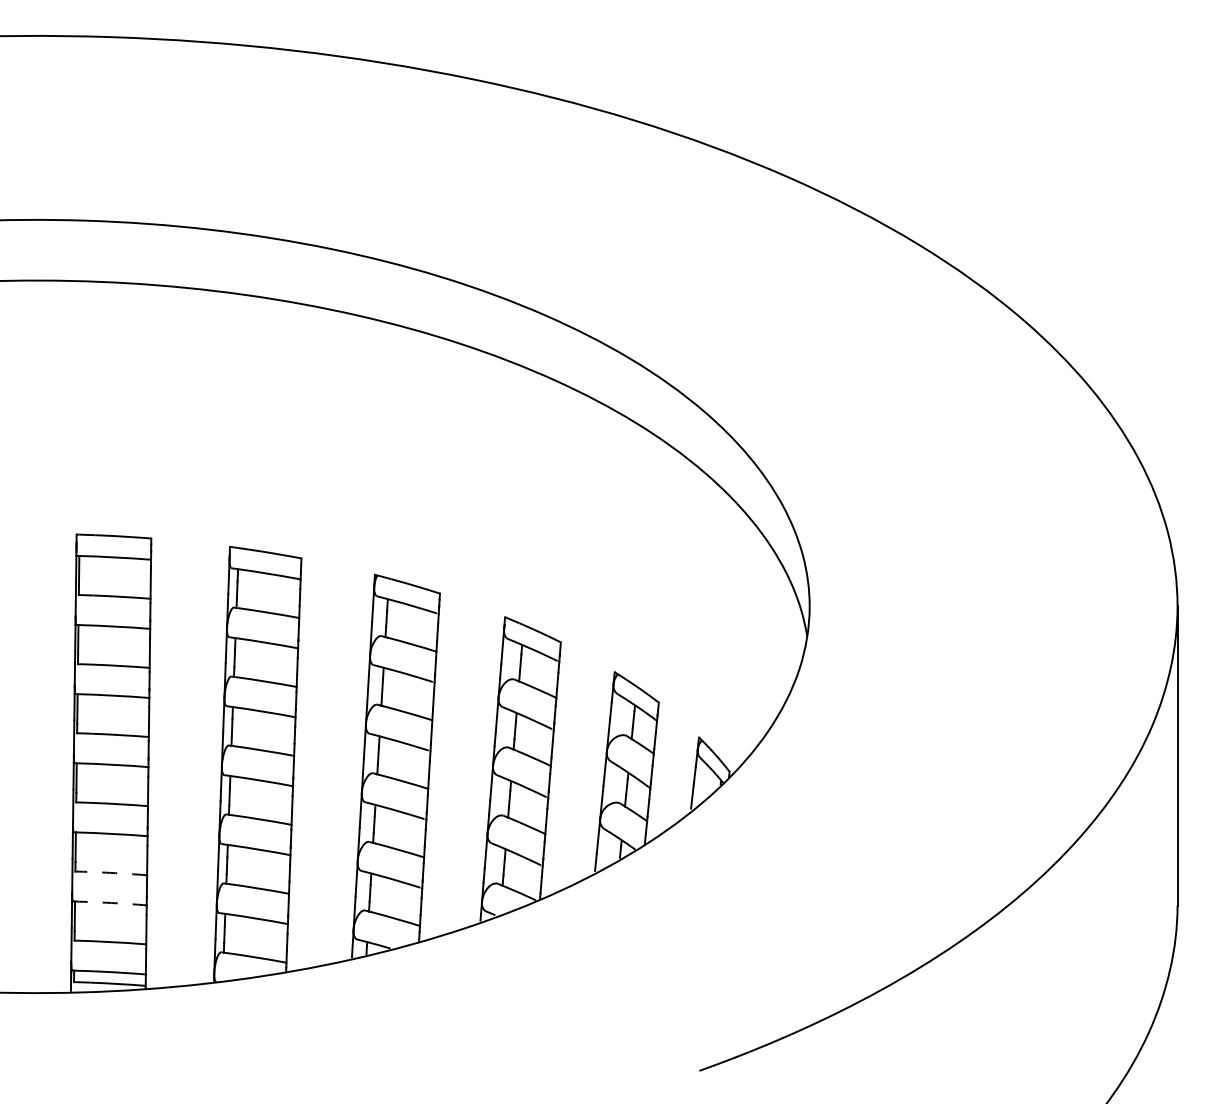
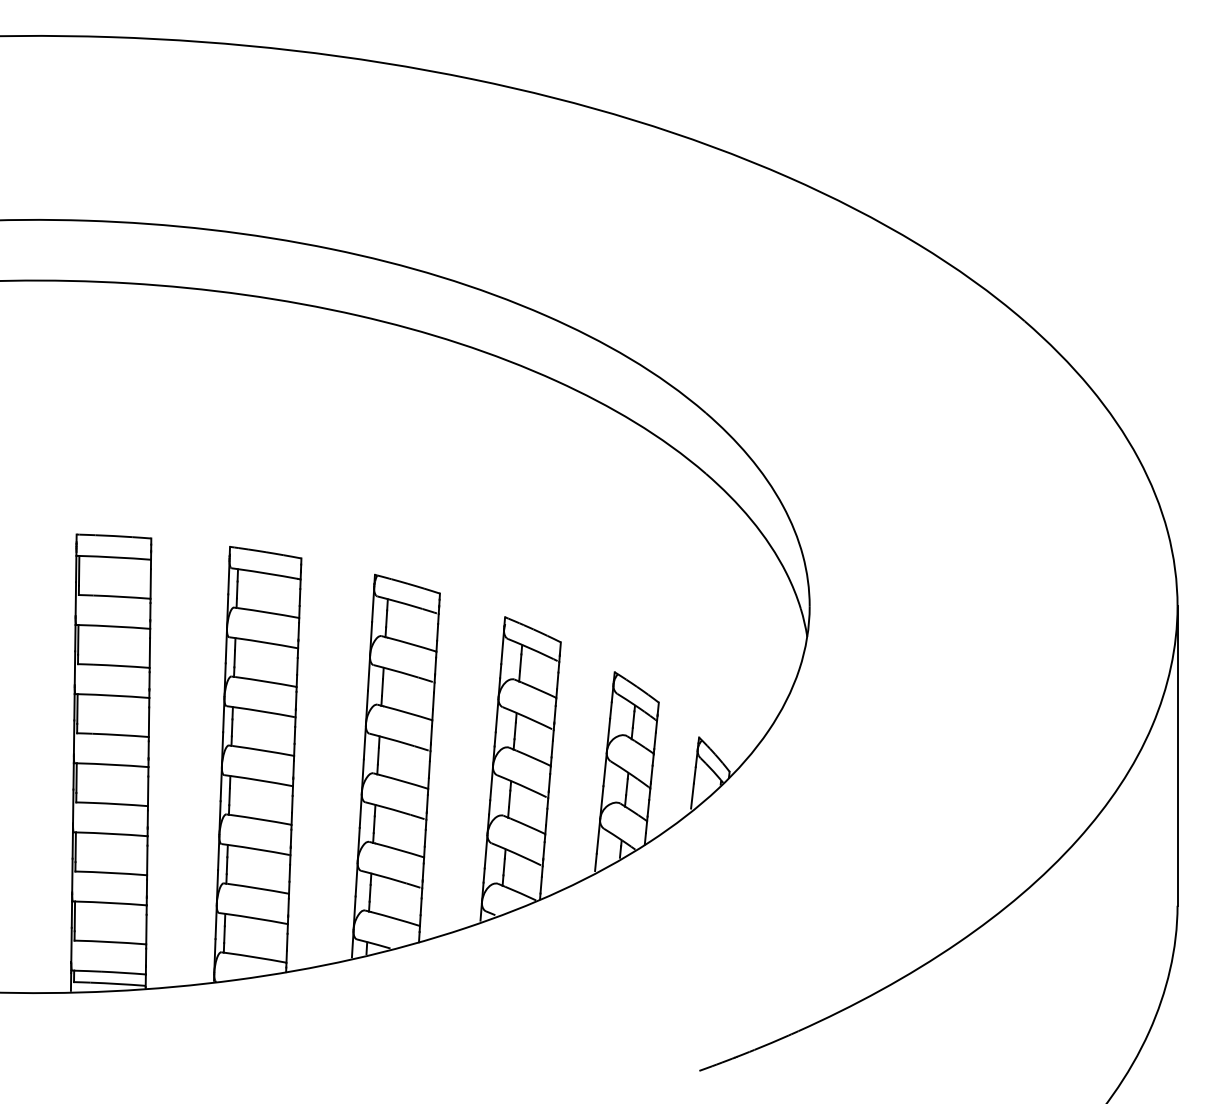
arc at (110, 872): dashed -> solid
arc at (111, 903): dashed -> solid
